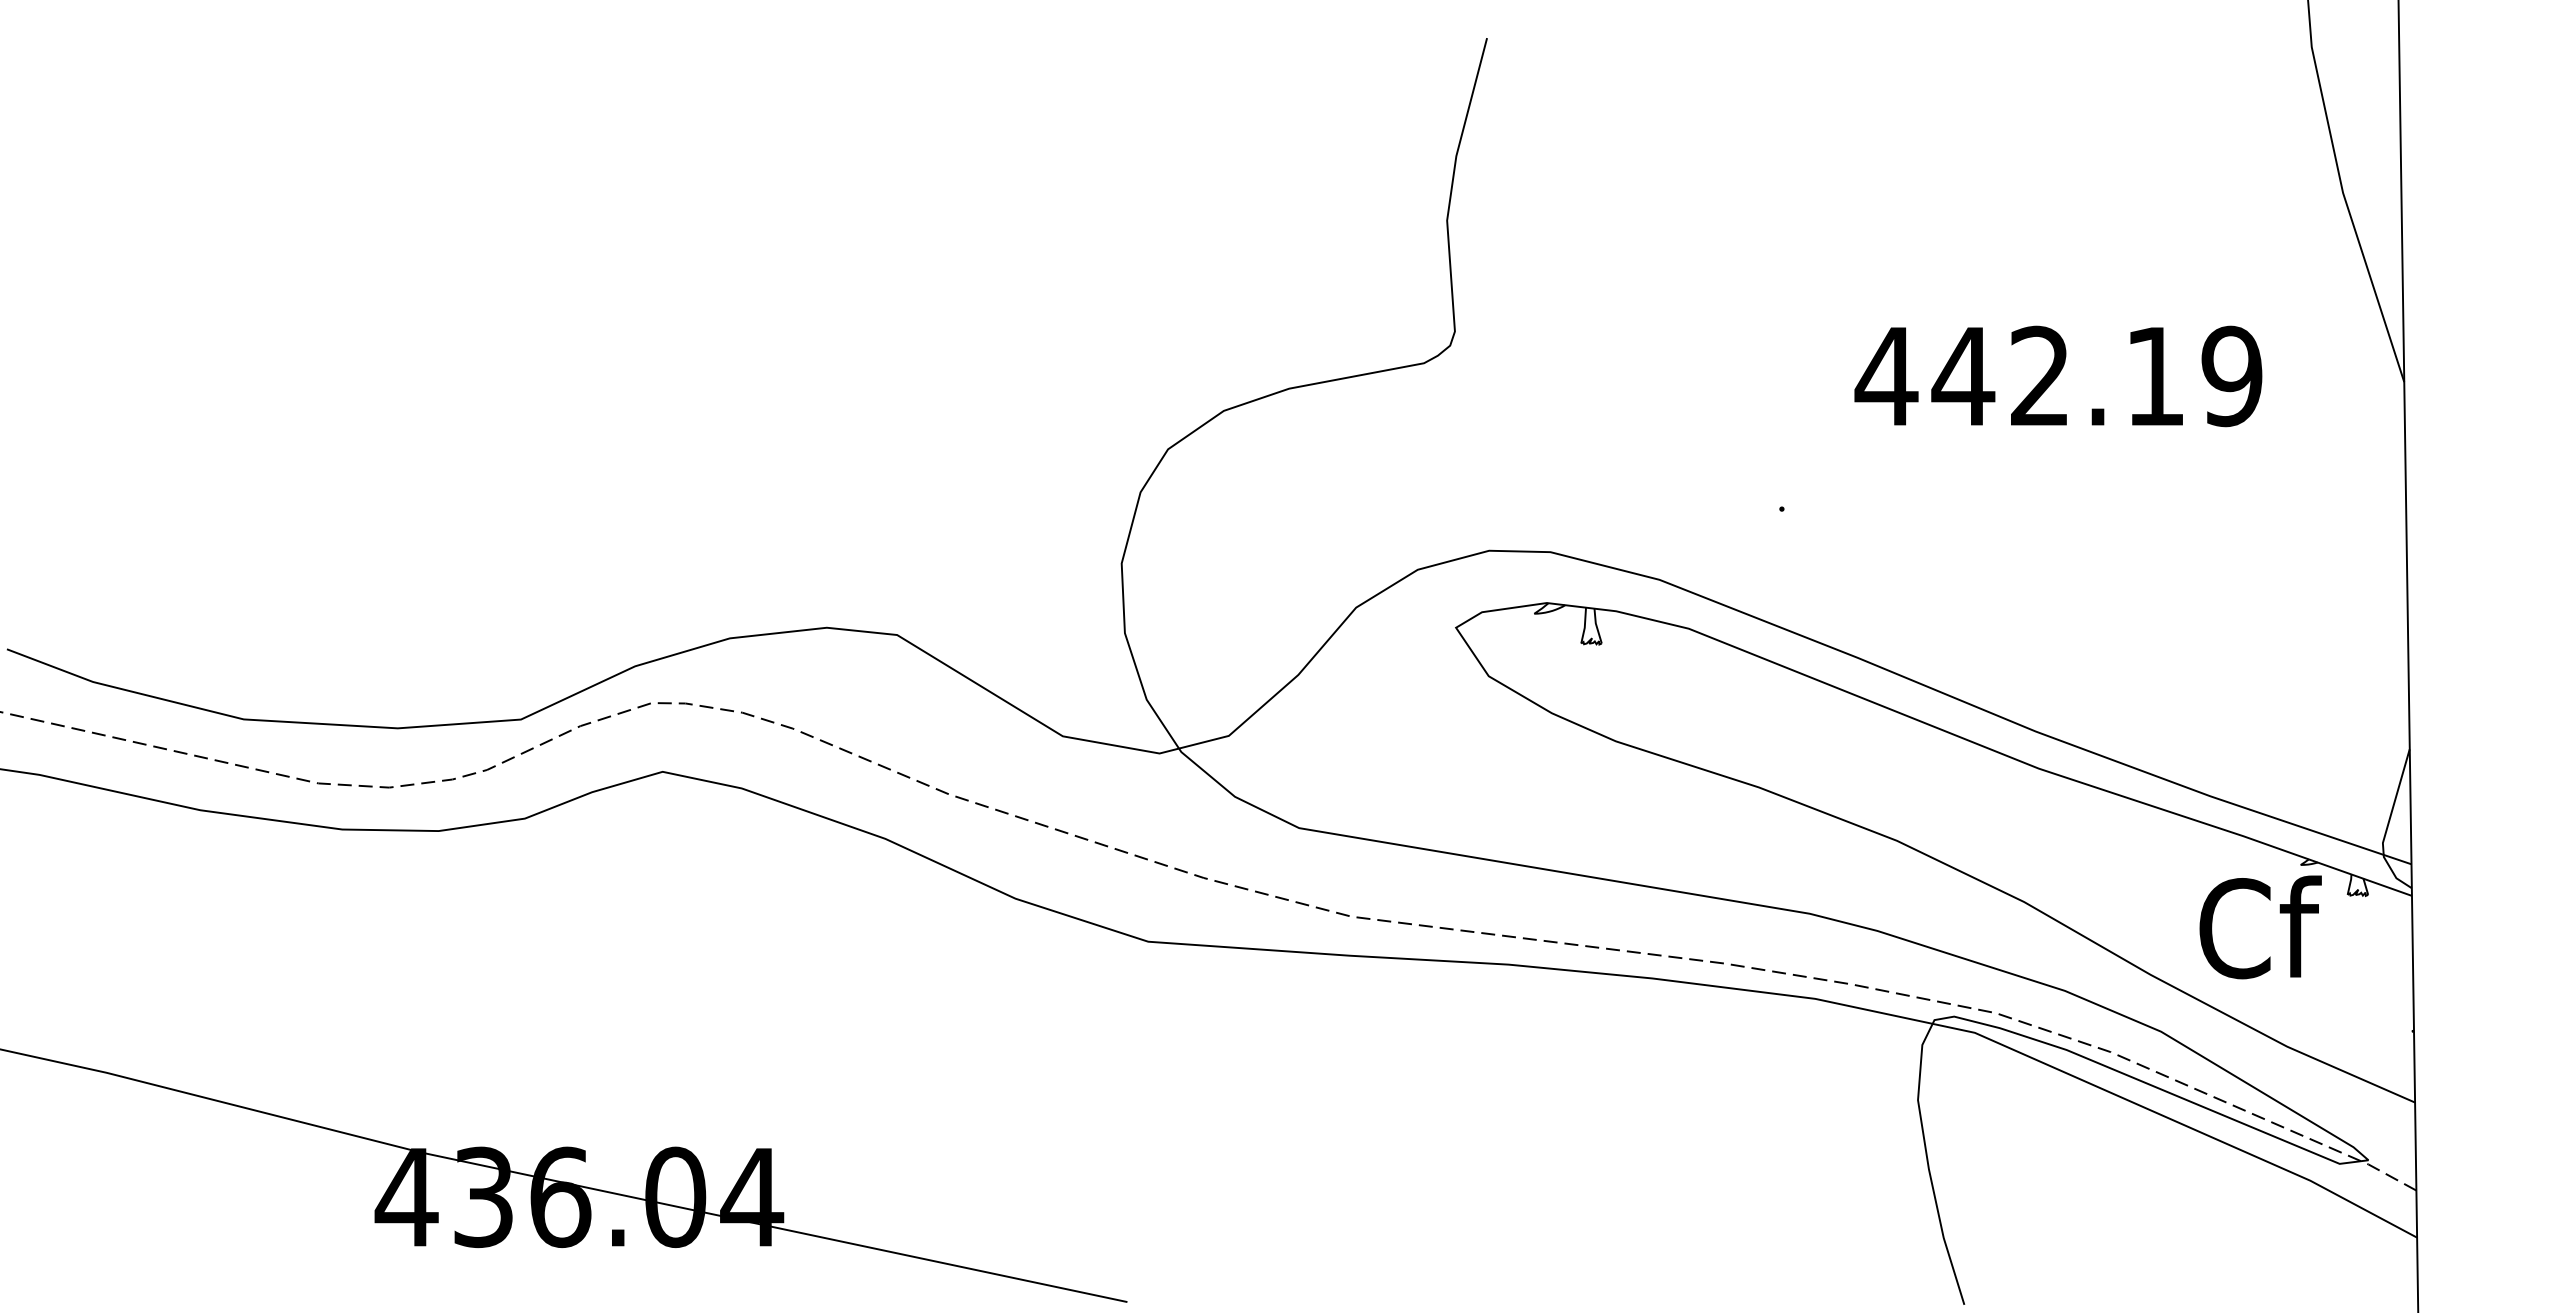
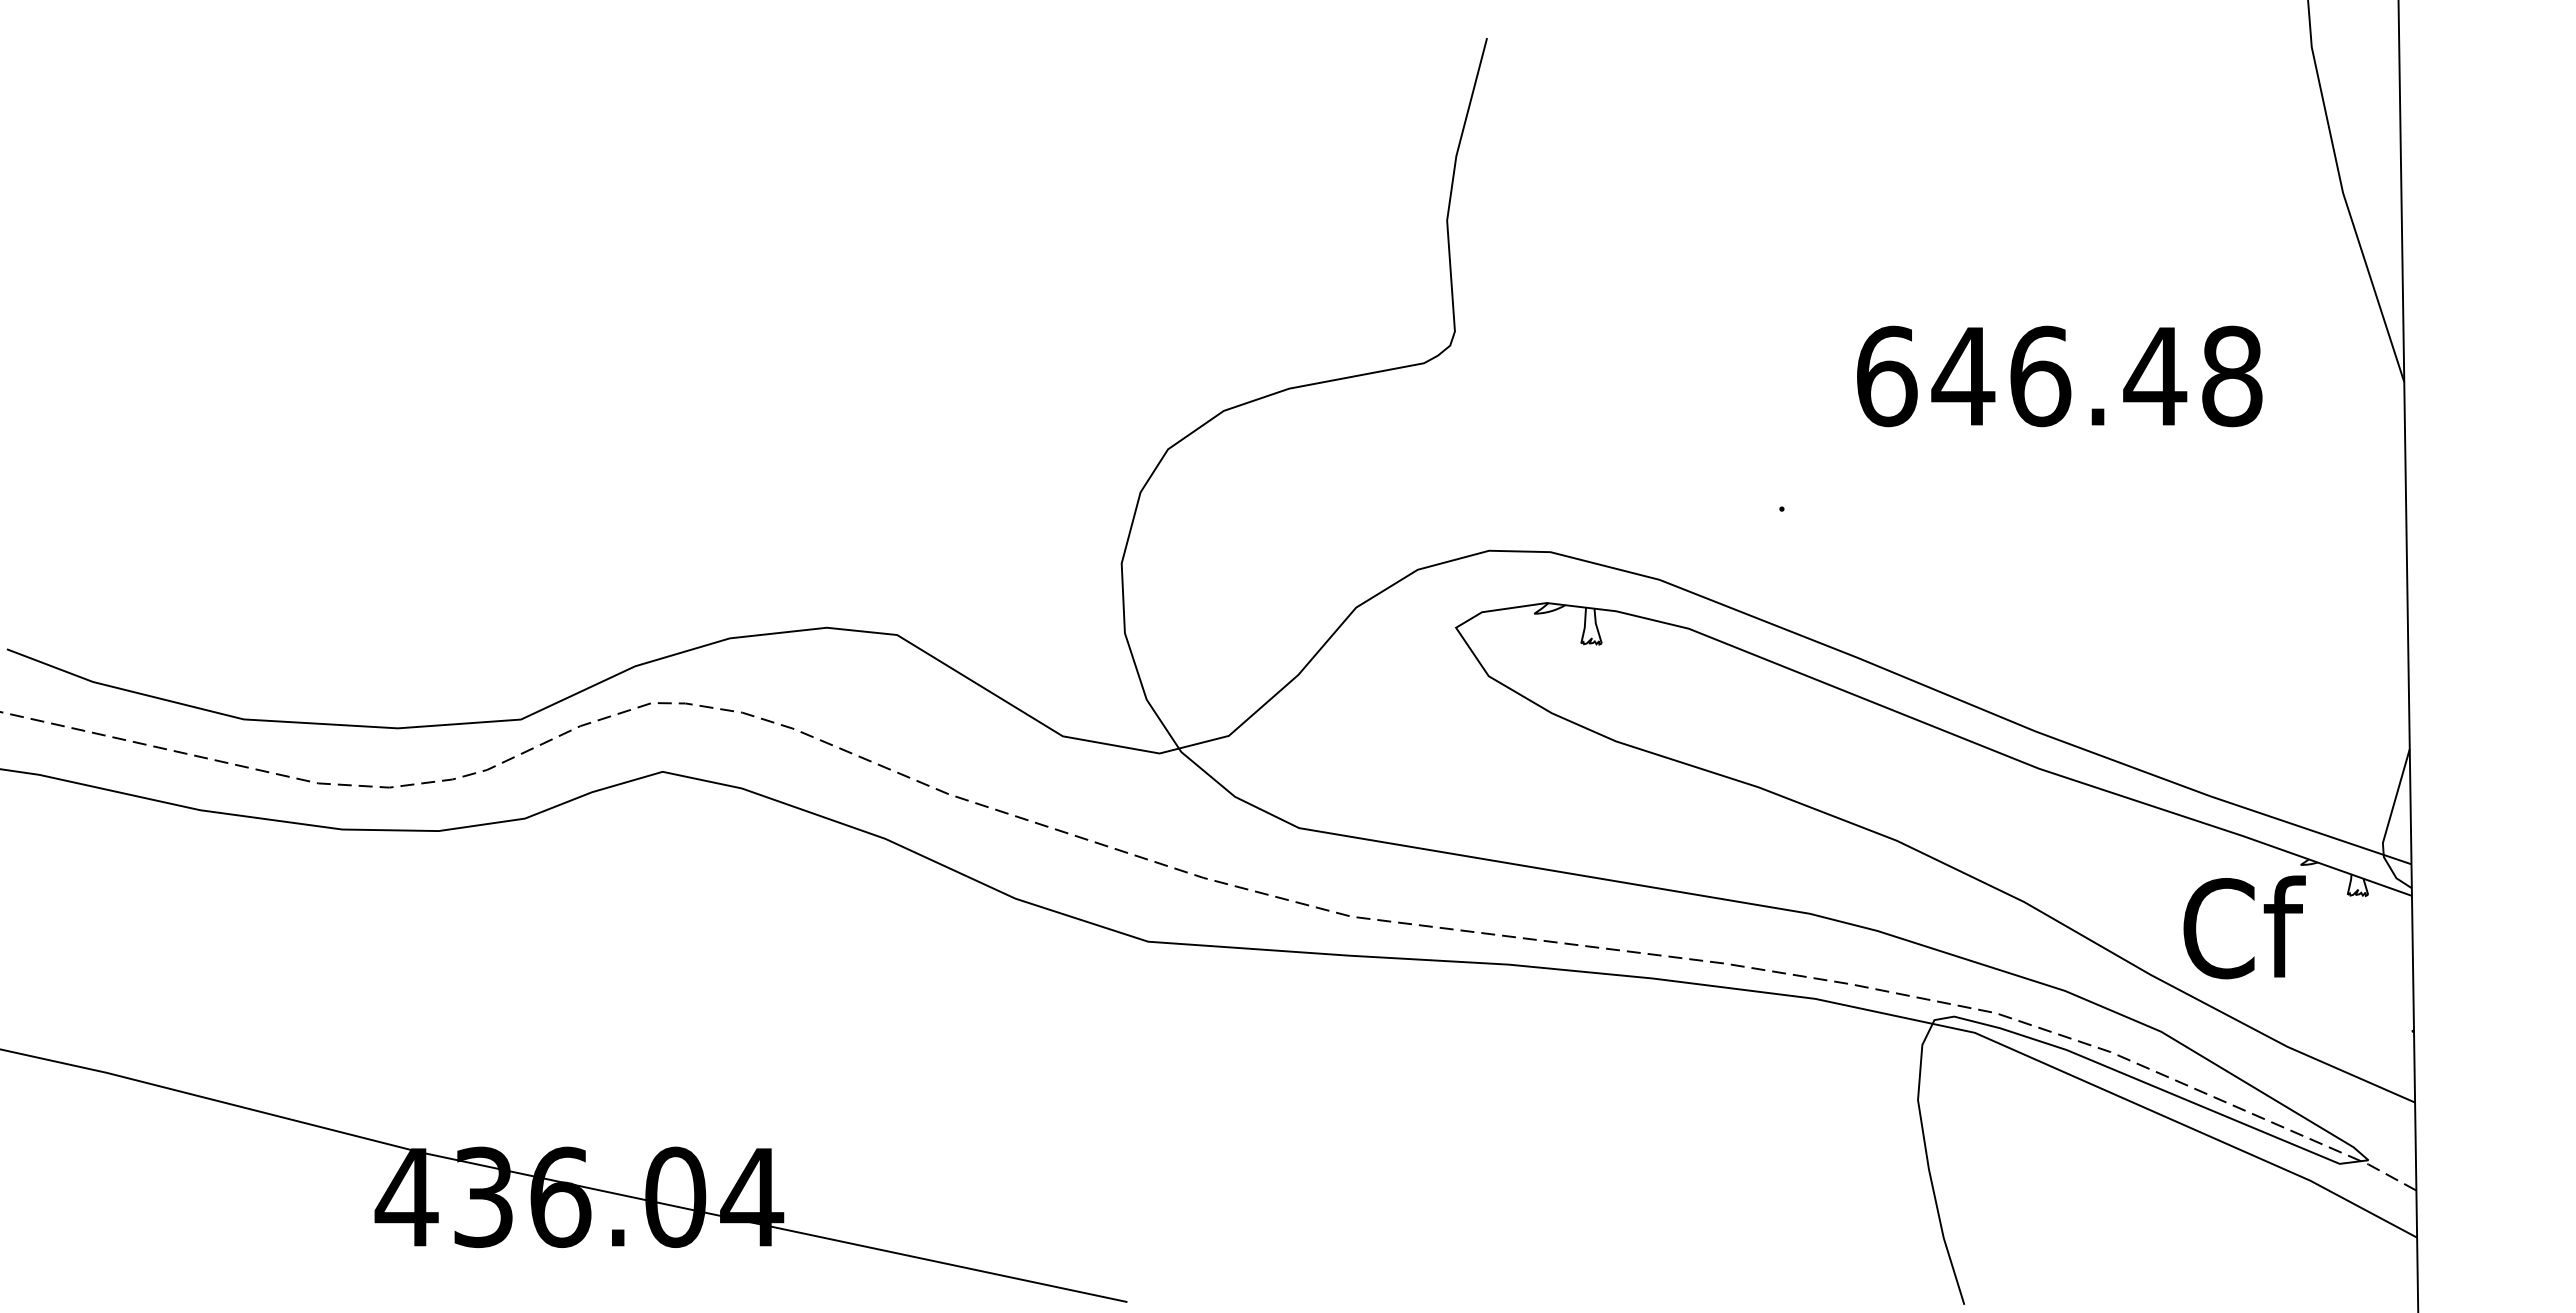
text at (2058, 376): 442.19 -> 646.48
text at (2260, 927) position: (2260, 927) -> (2244, 927)
